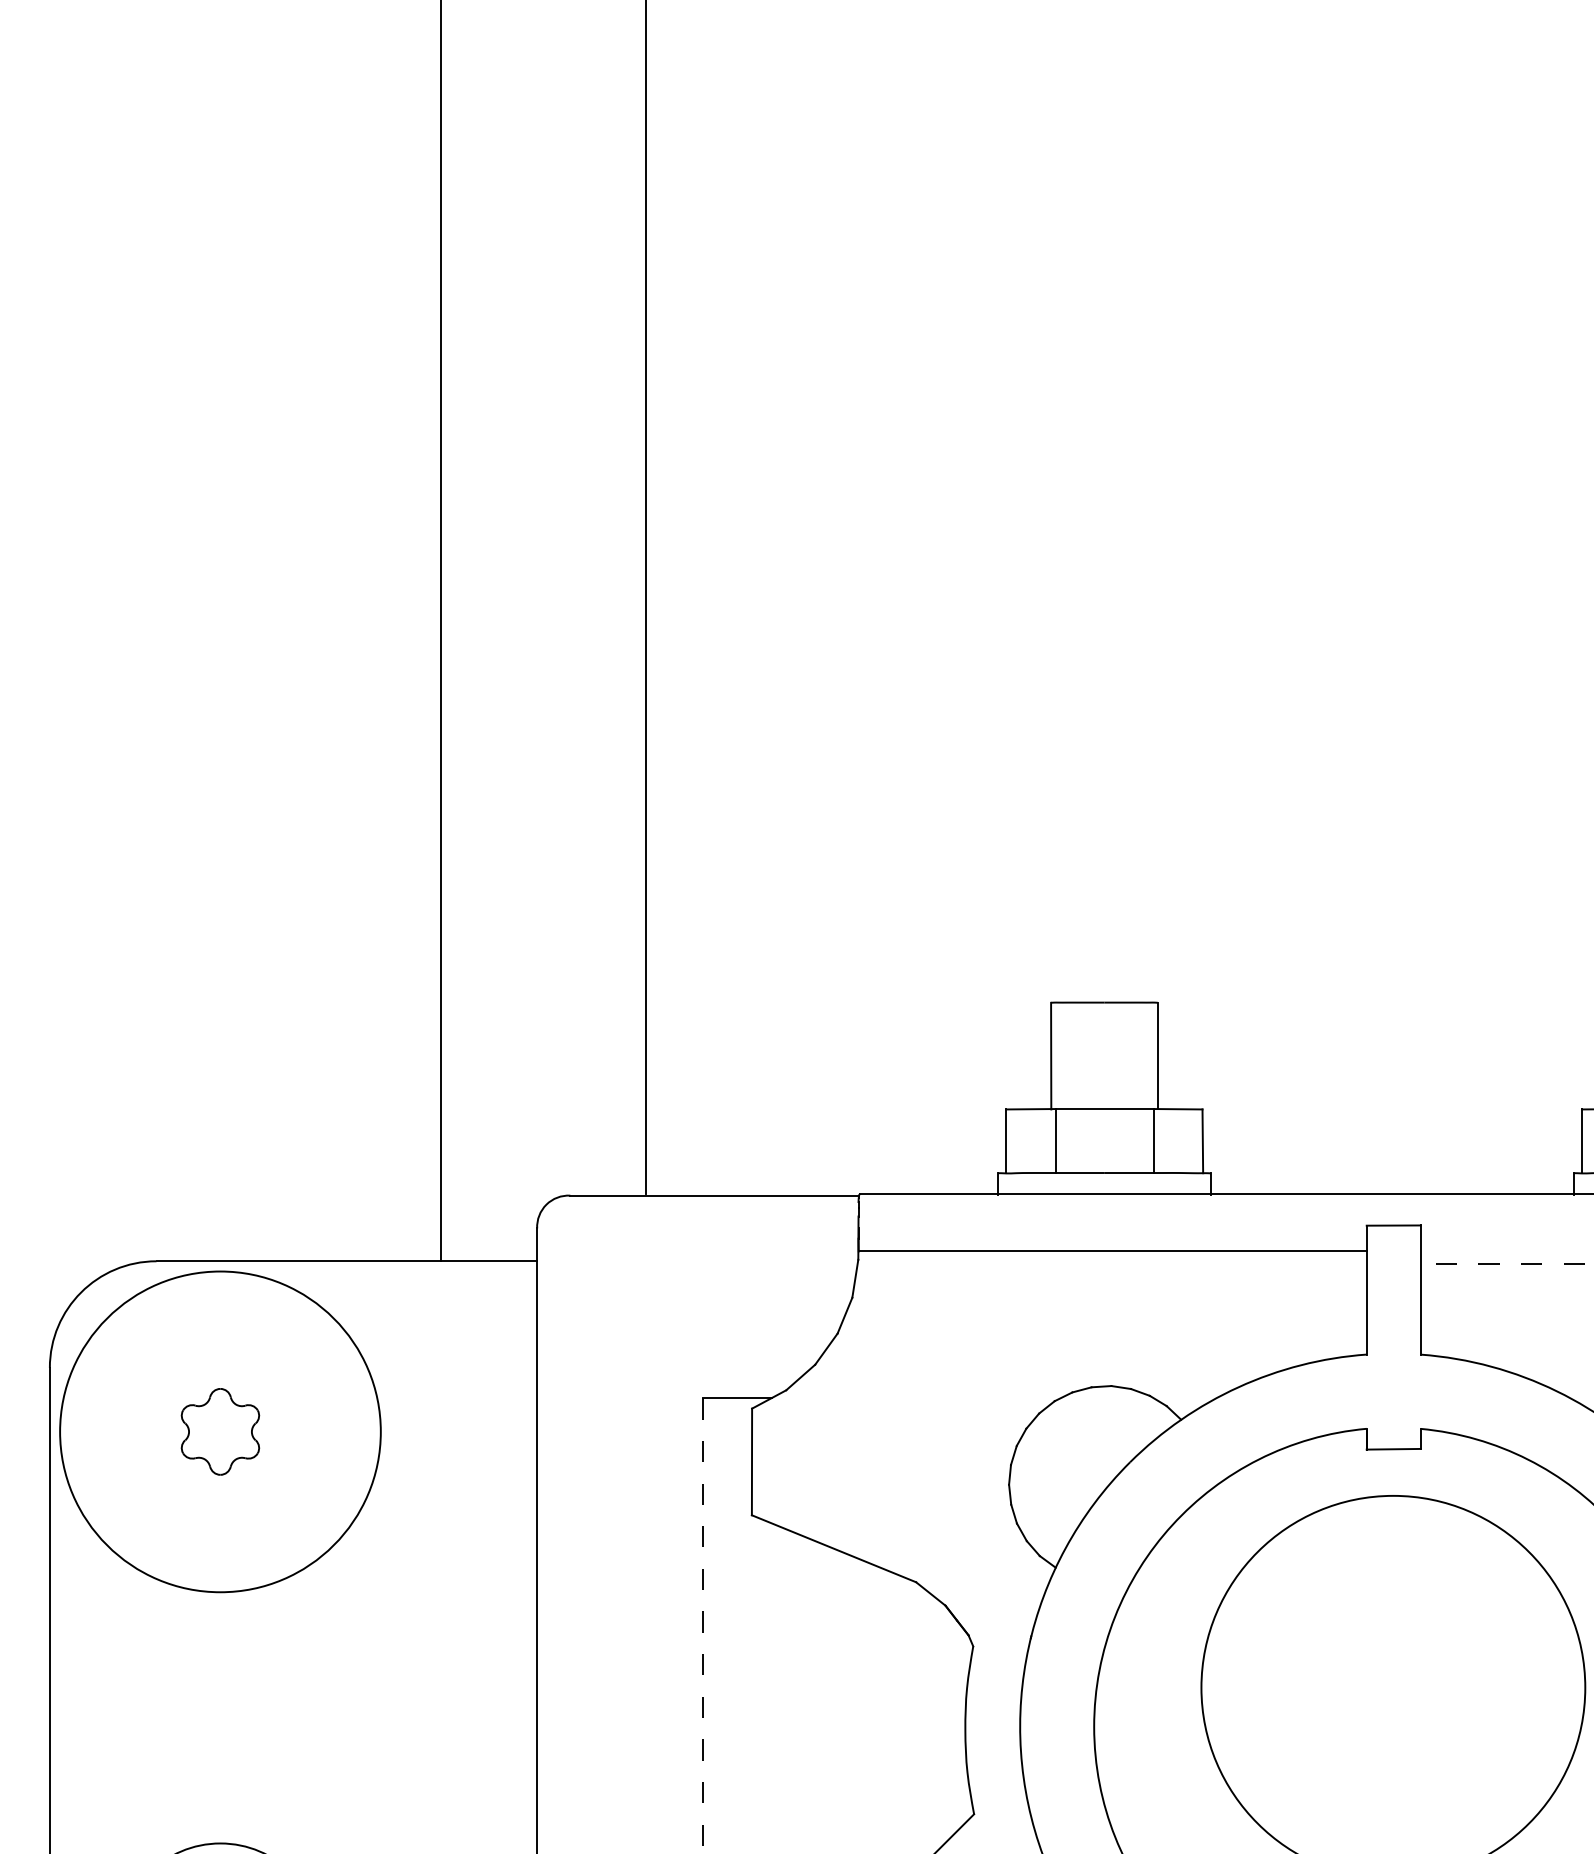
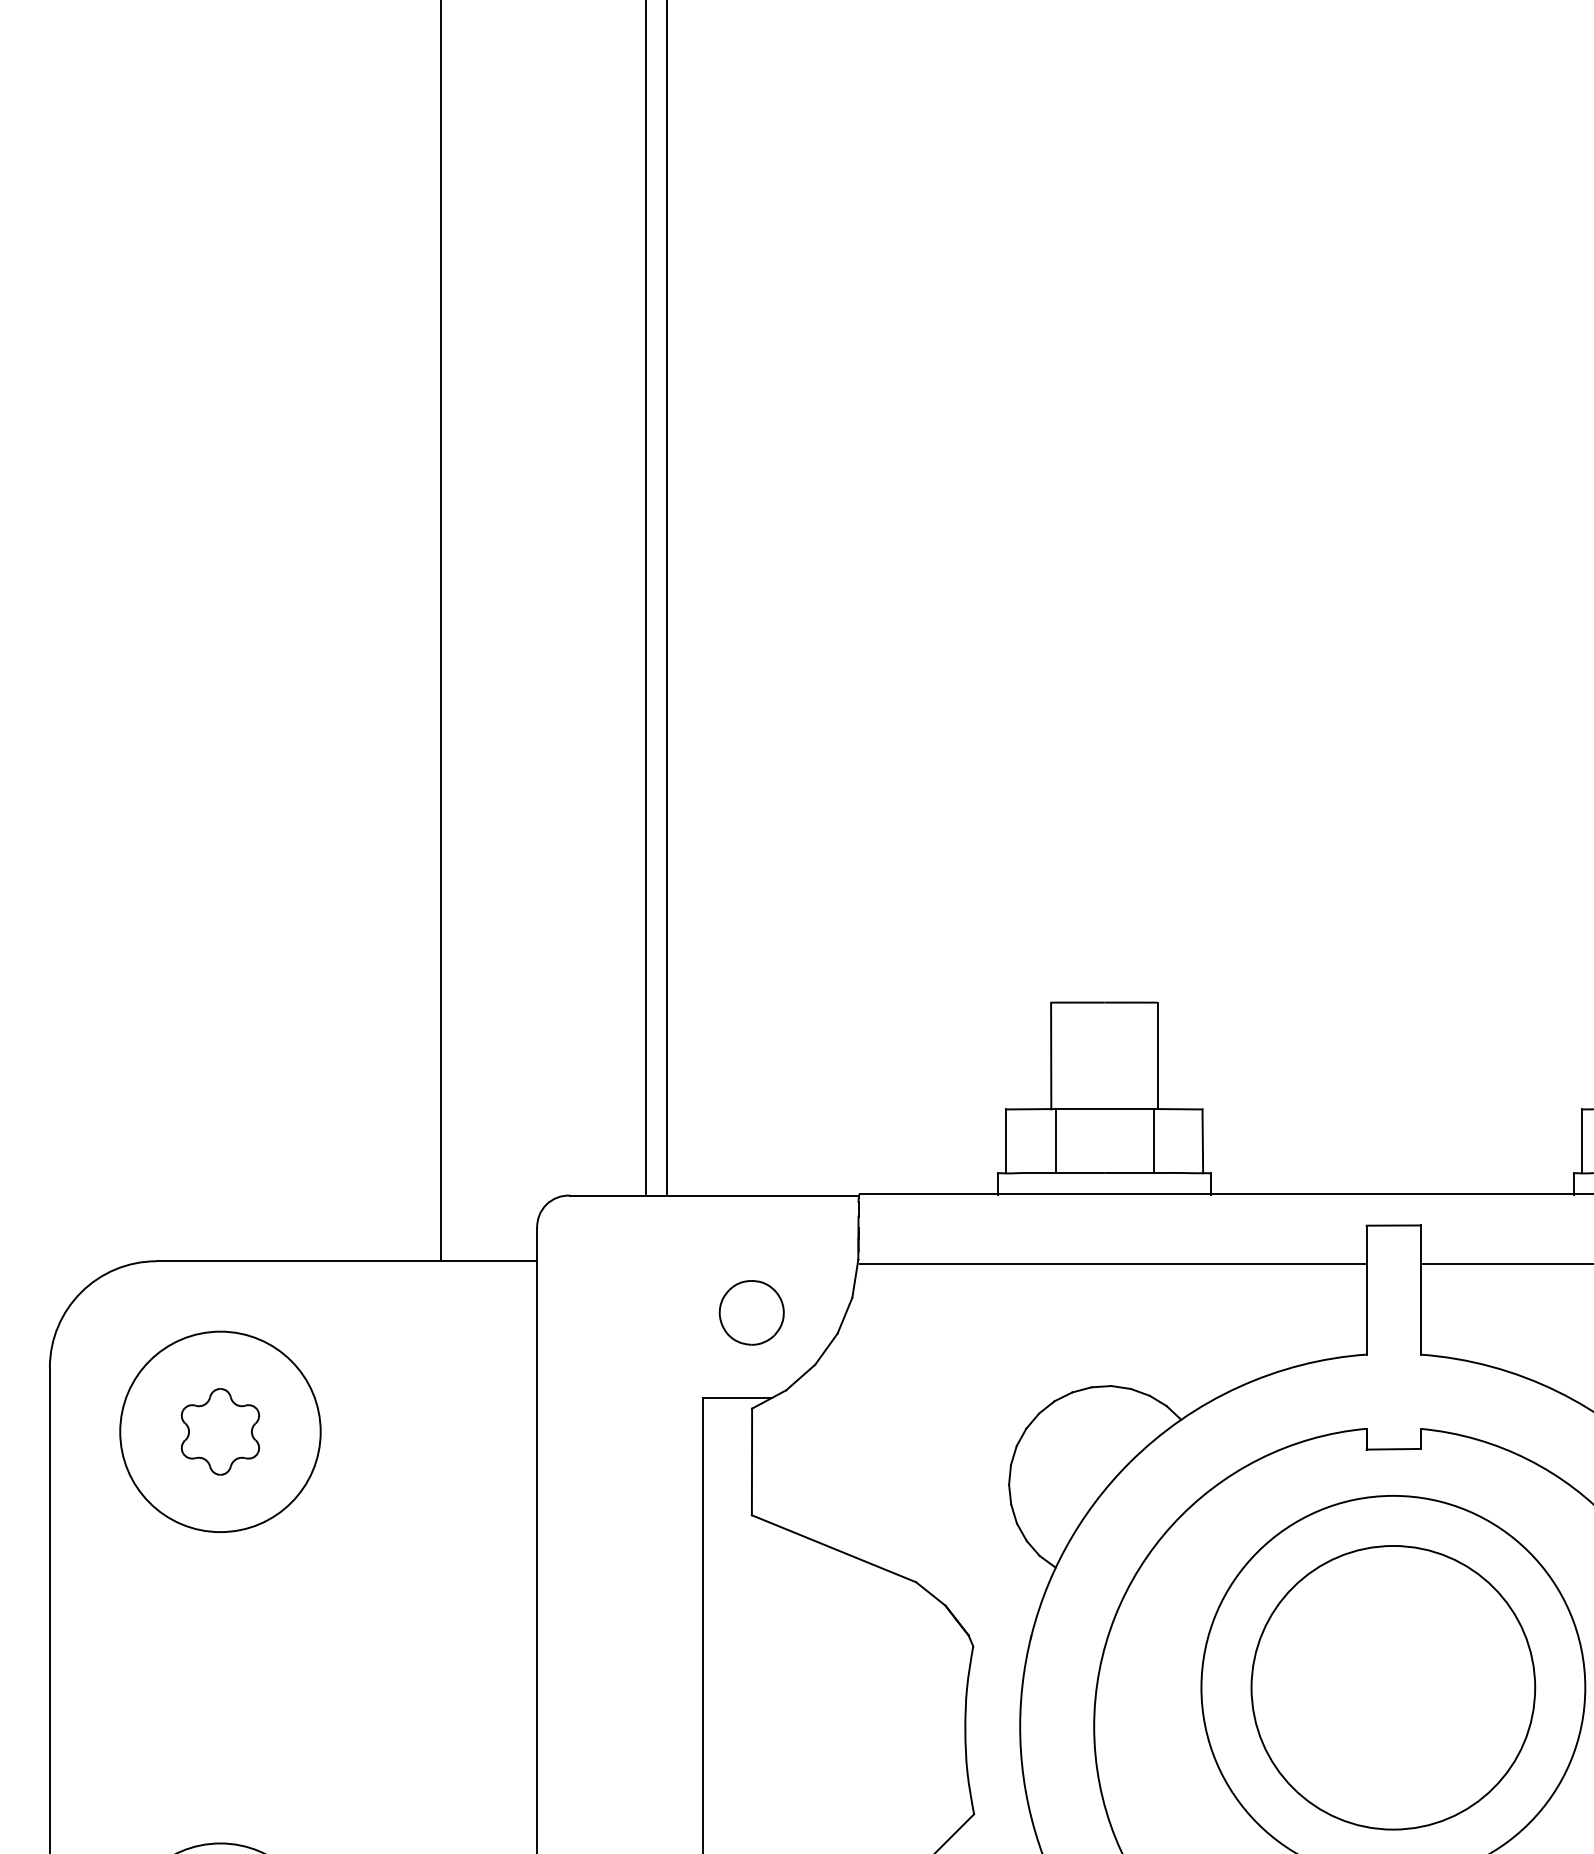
line at (667, 598): none -> present
line at (1113, 1250) position: (1113, 1250) -> (1113, 1263)
line at (1506, 1263): dashed -> solid
part at (751, 1312): none -> present
circle at (220, 1431) diameter: 321 px -> 200 px
line at (702, 1626): dashed -> solid
circle at (1393, 1687): none -> present
